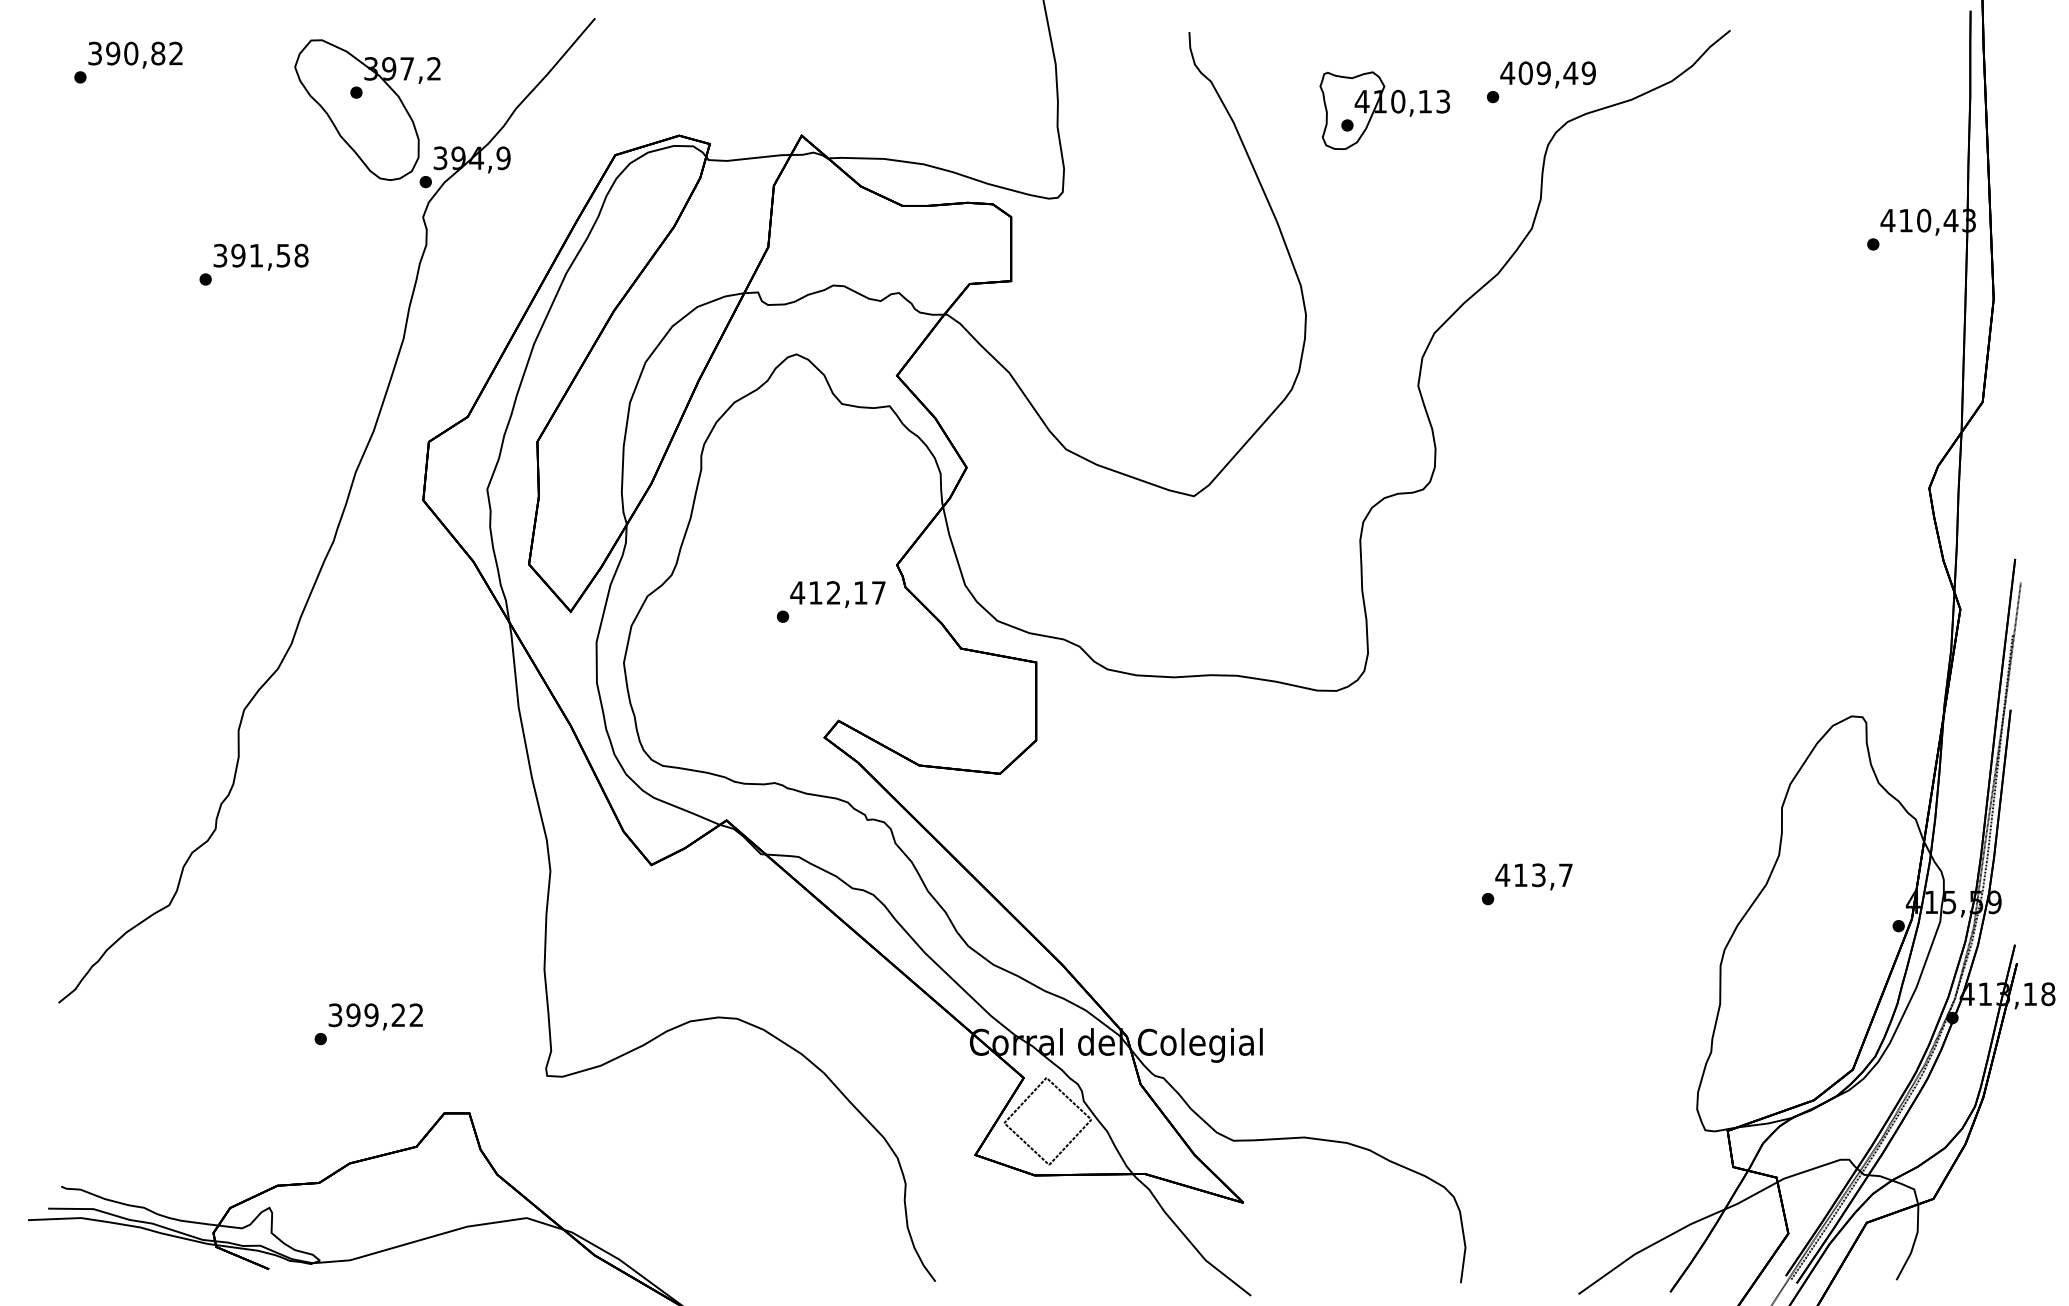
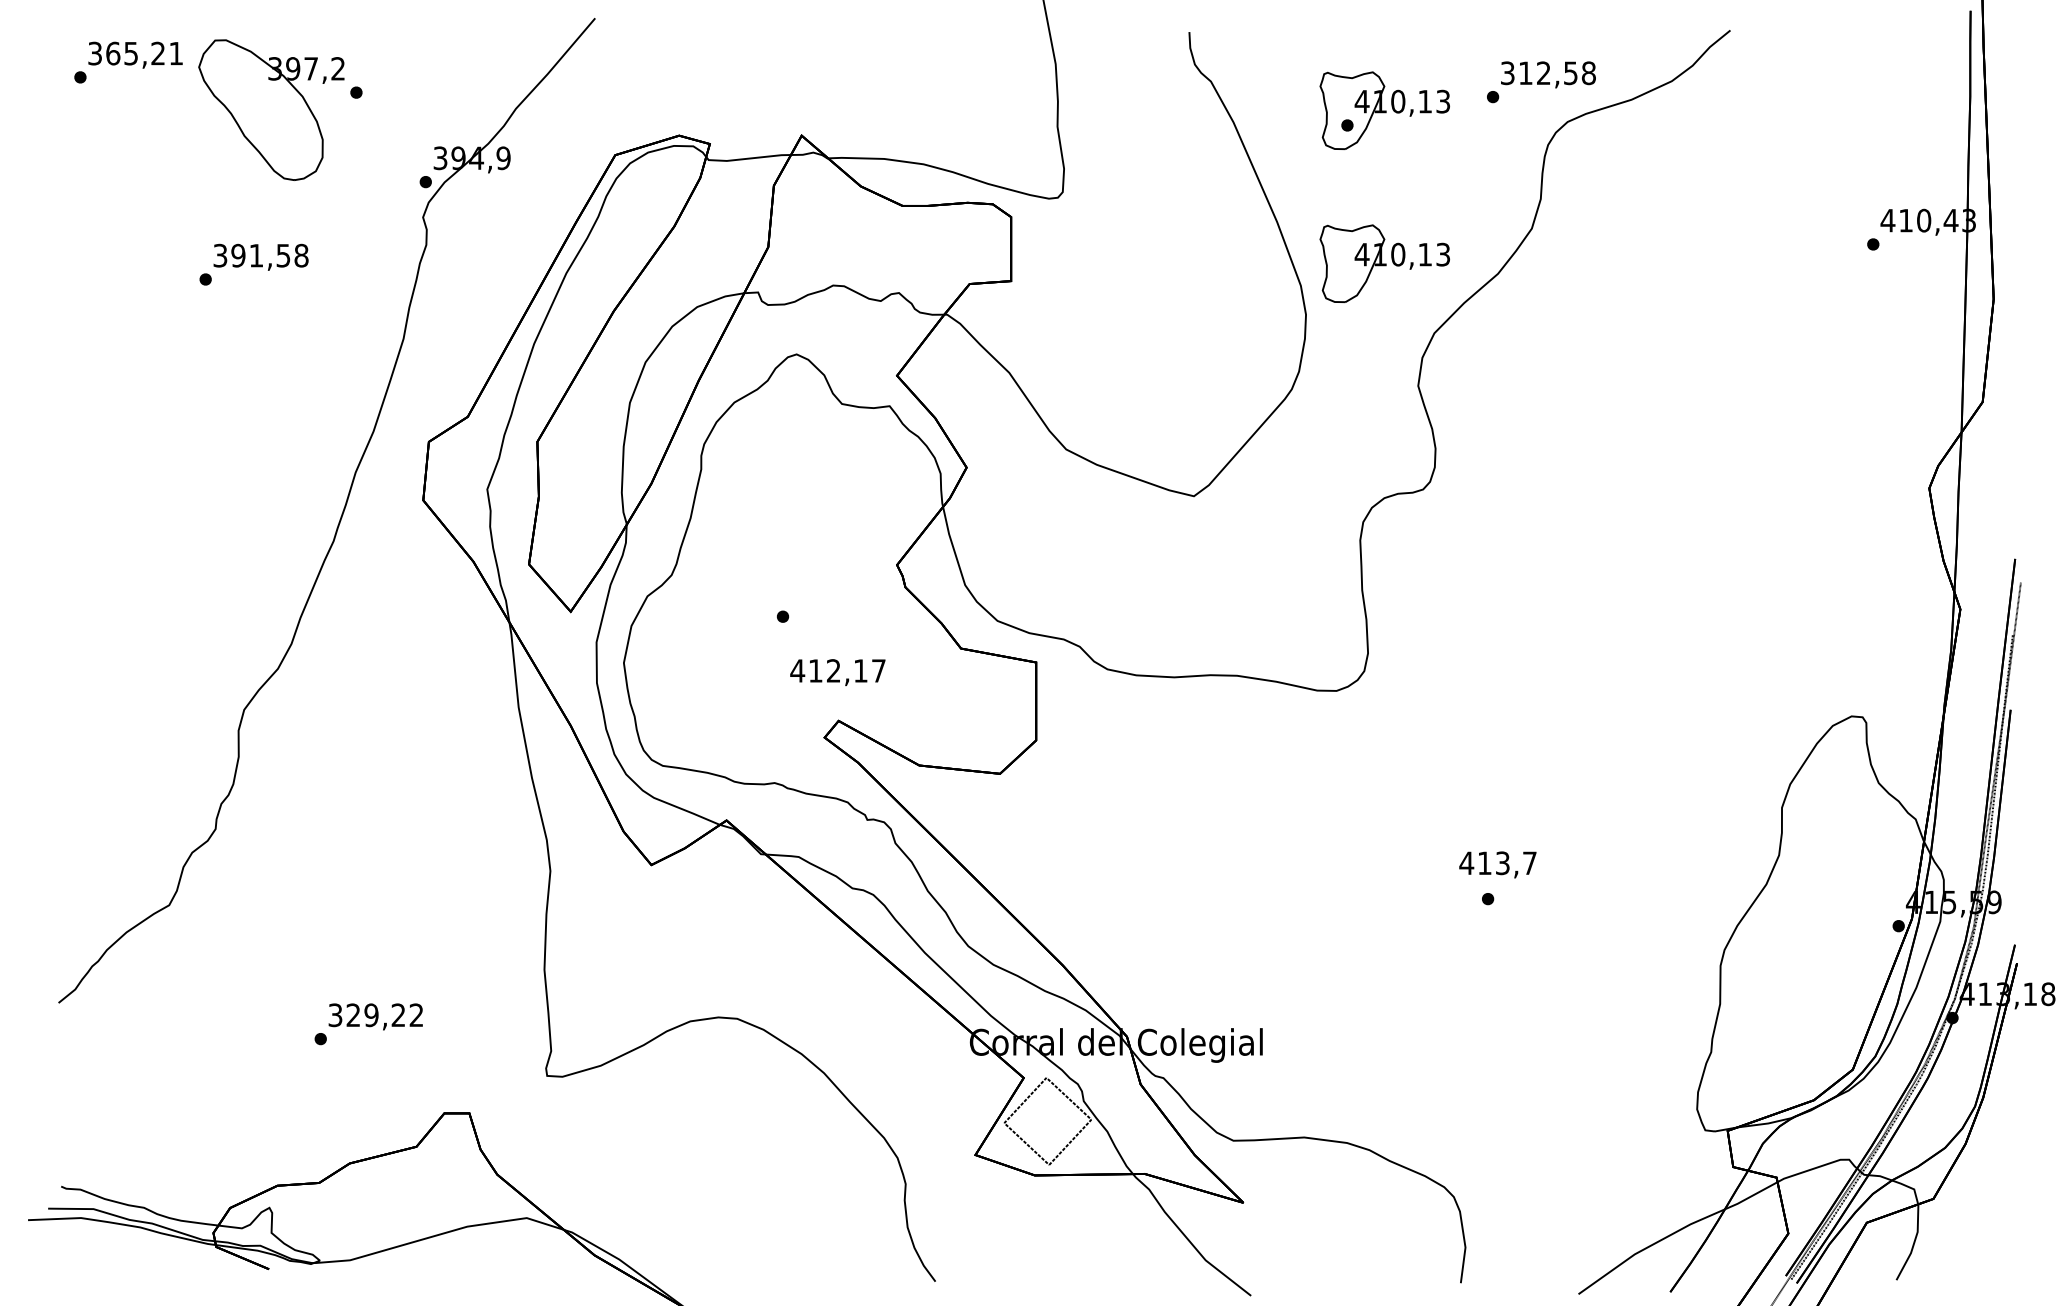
text at (144, 53): 390,82 -> 365,21
text at (1547, 73): 409,49 -> 312,58
part at (367, 109) position: (367, 109) -> (271, 109)
part at (1384, 263): none -> present
text at (837, 594) position: (837, 594) -> (837, 672)
text at (1533, 876) position: (1533, 876) -> (1497, 864)
text at (353, 1015): 399,22 -> 329,22
